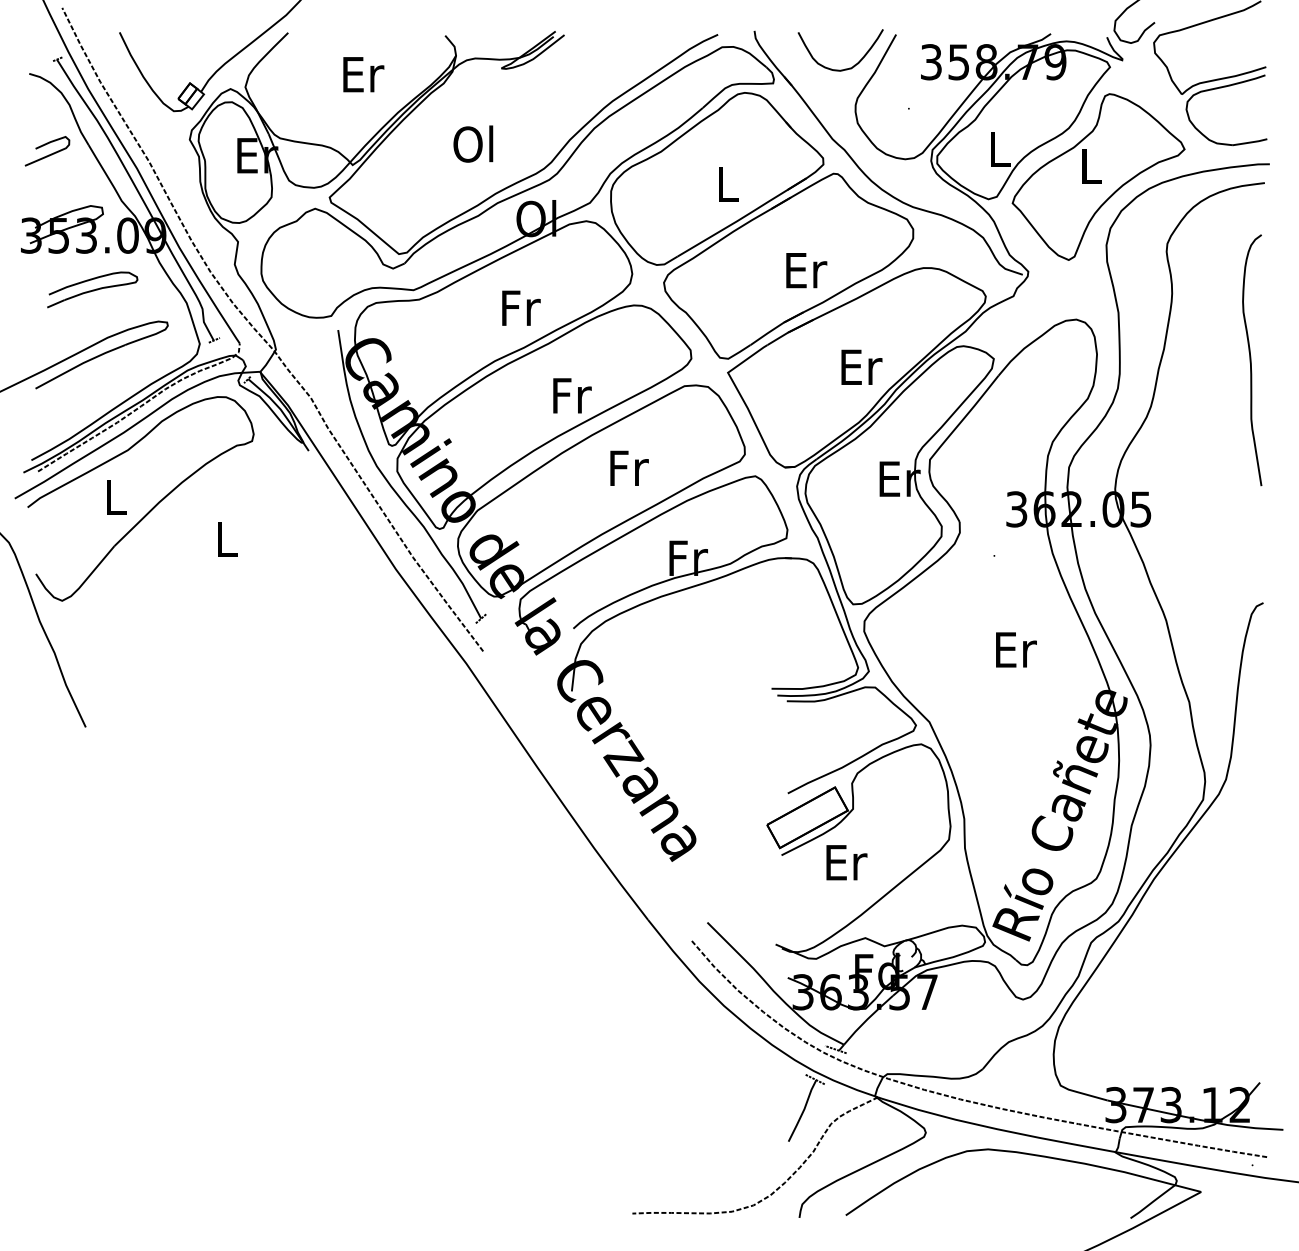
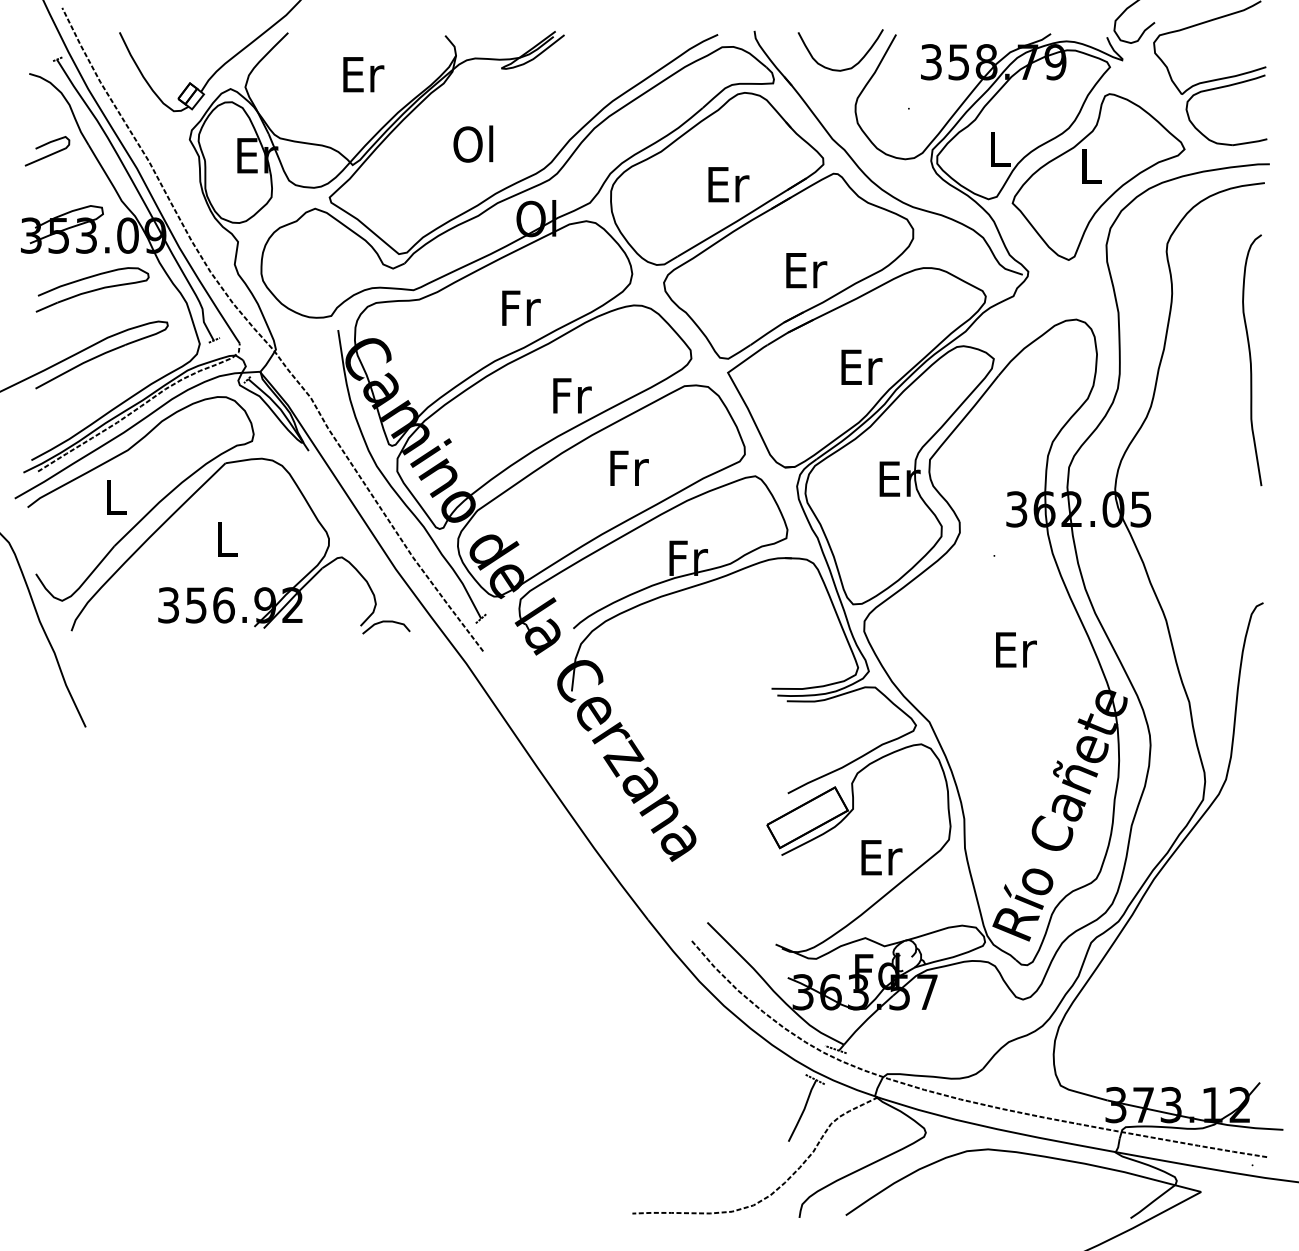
text at (728, 184): L -> Er
part at (92, 289) size: 92x38 px -> 115x46 px
part at (230, 587): none -> present
text at (846, 862) position: (846, 862) -> (881, 857)
